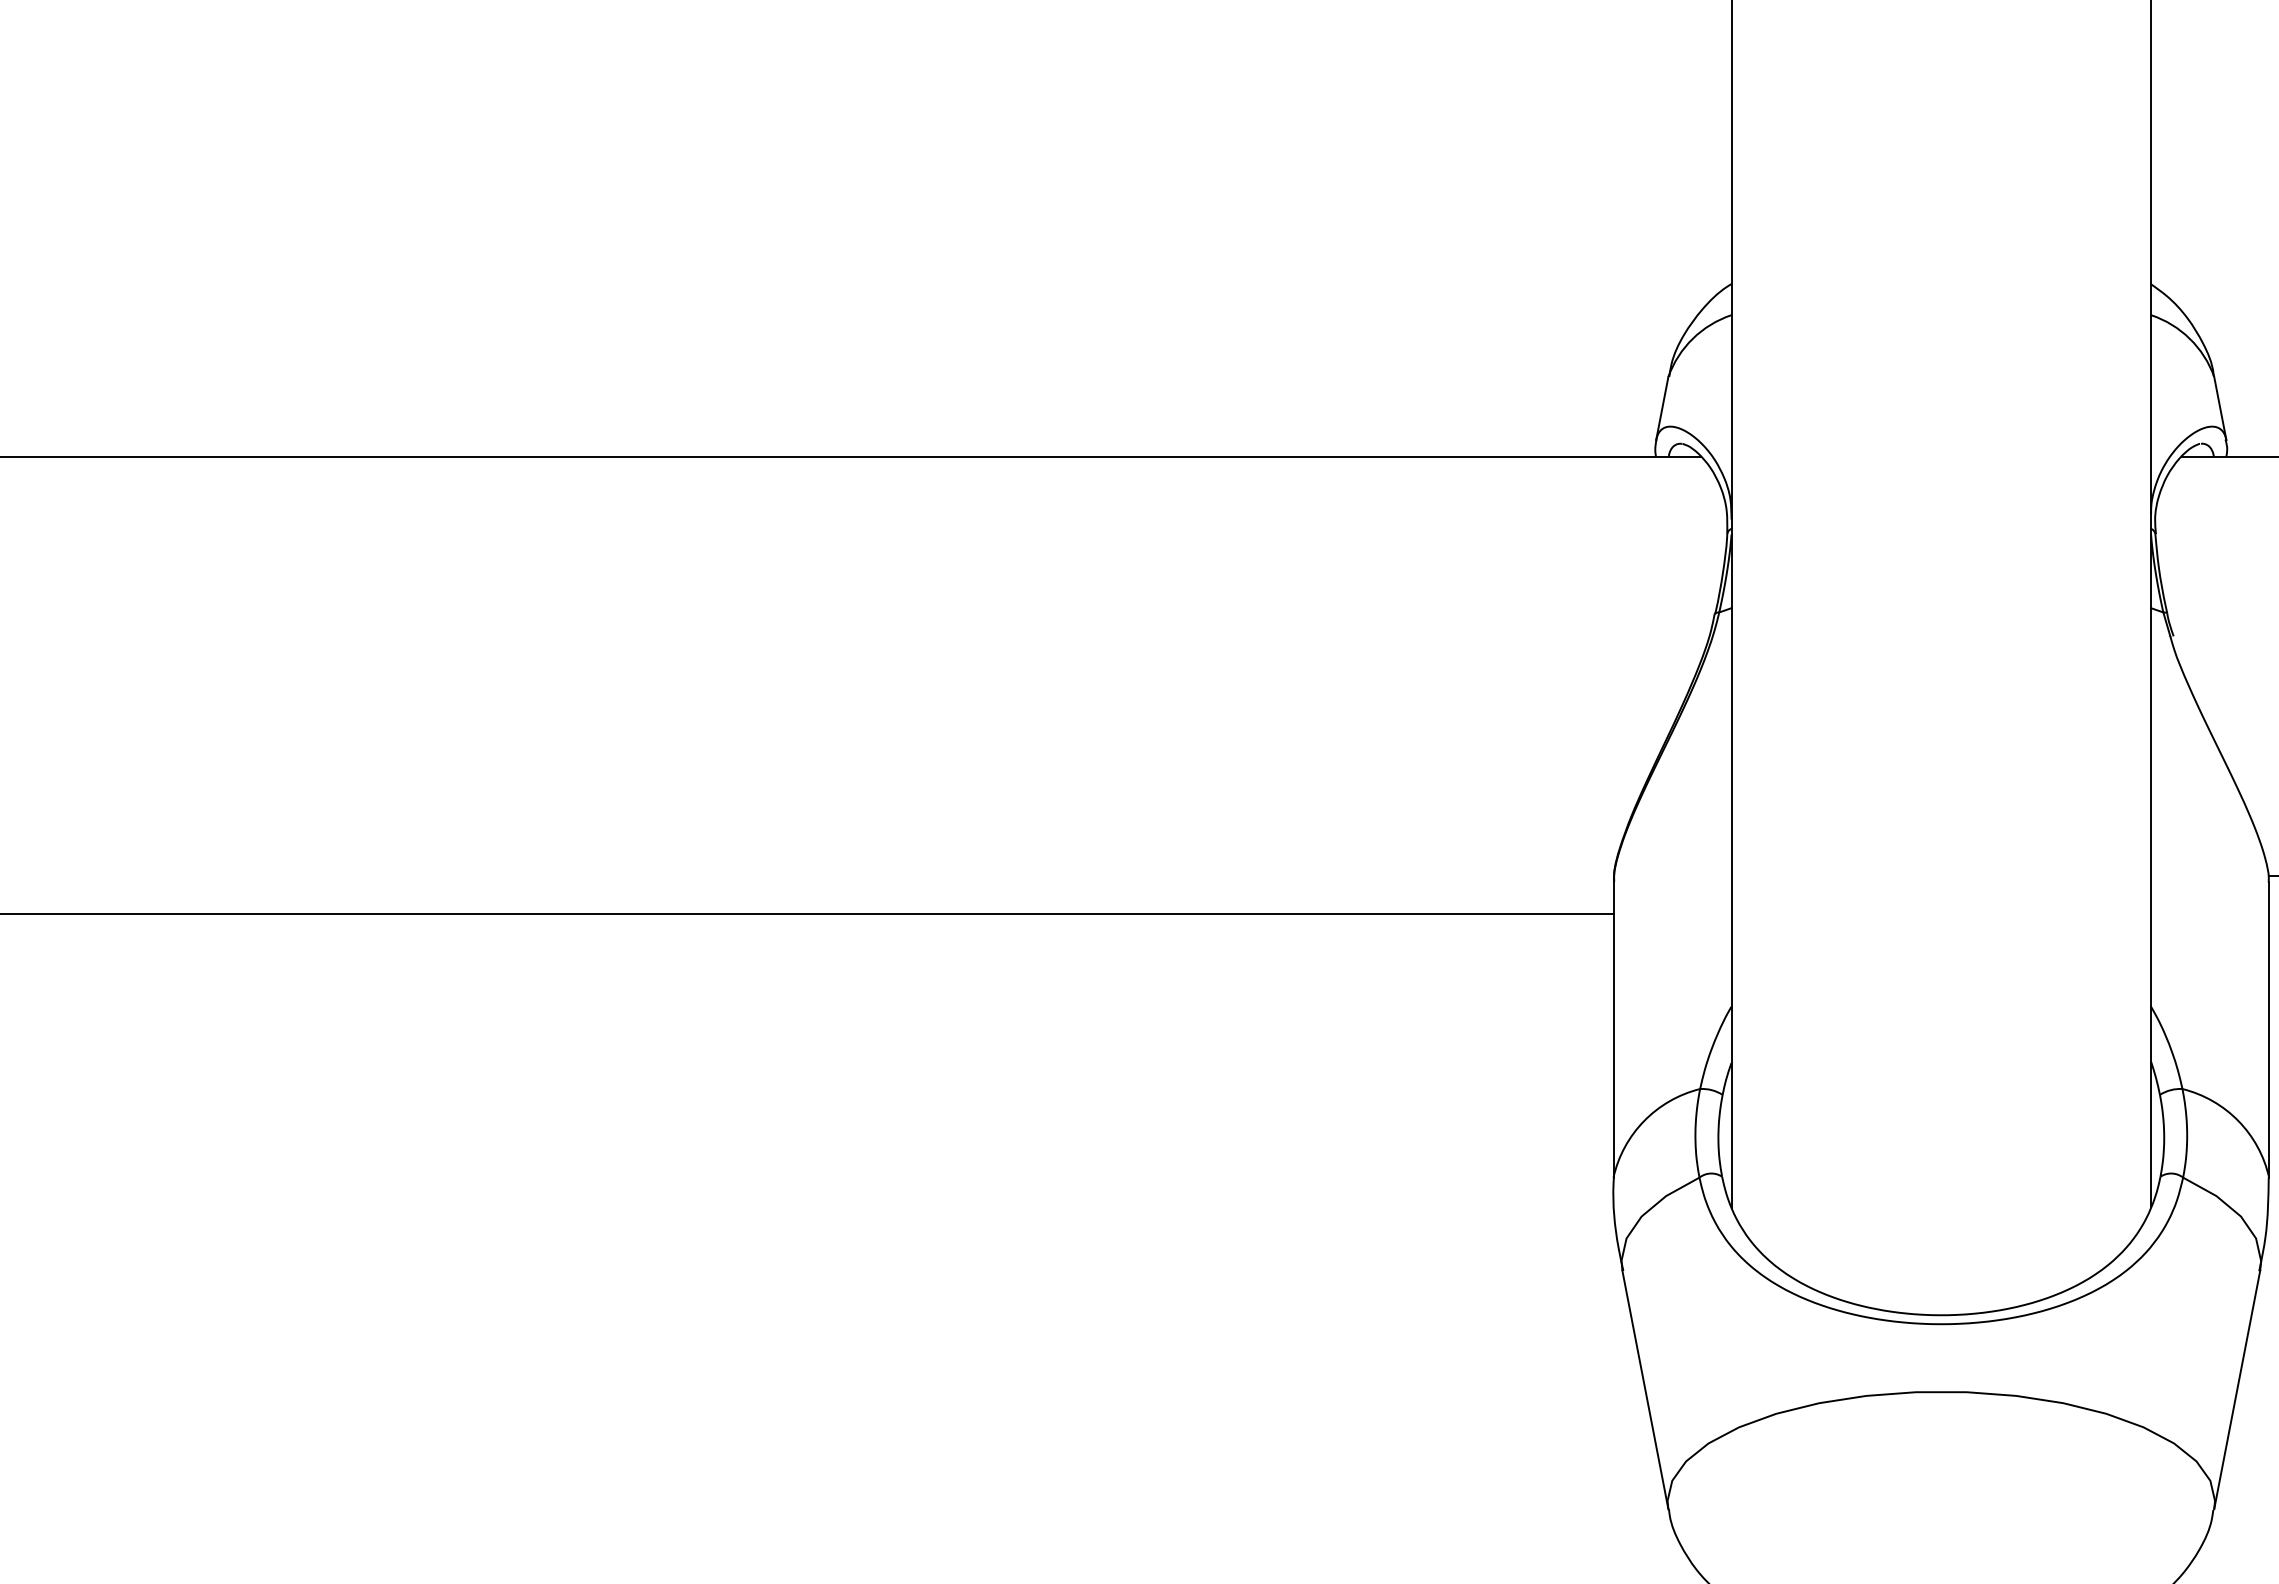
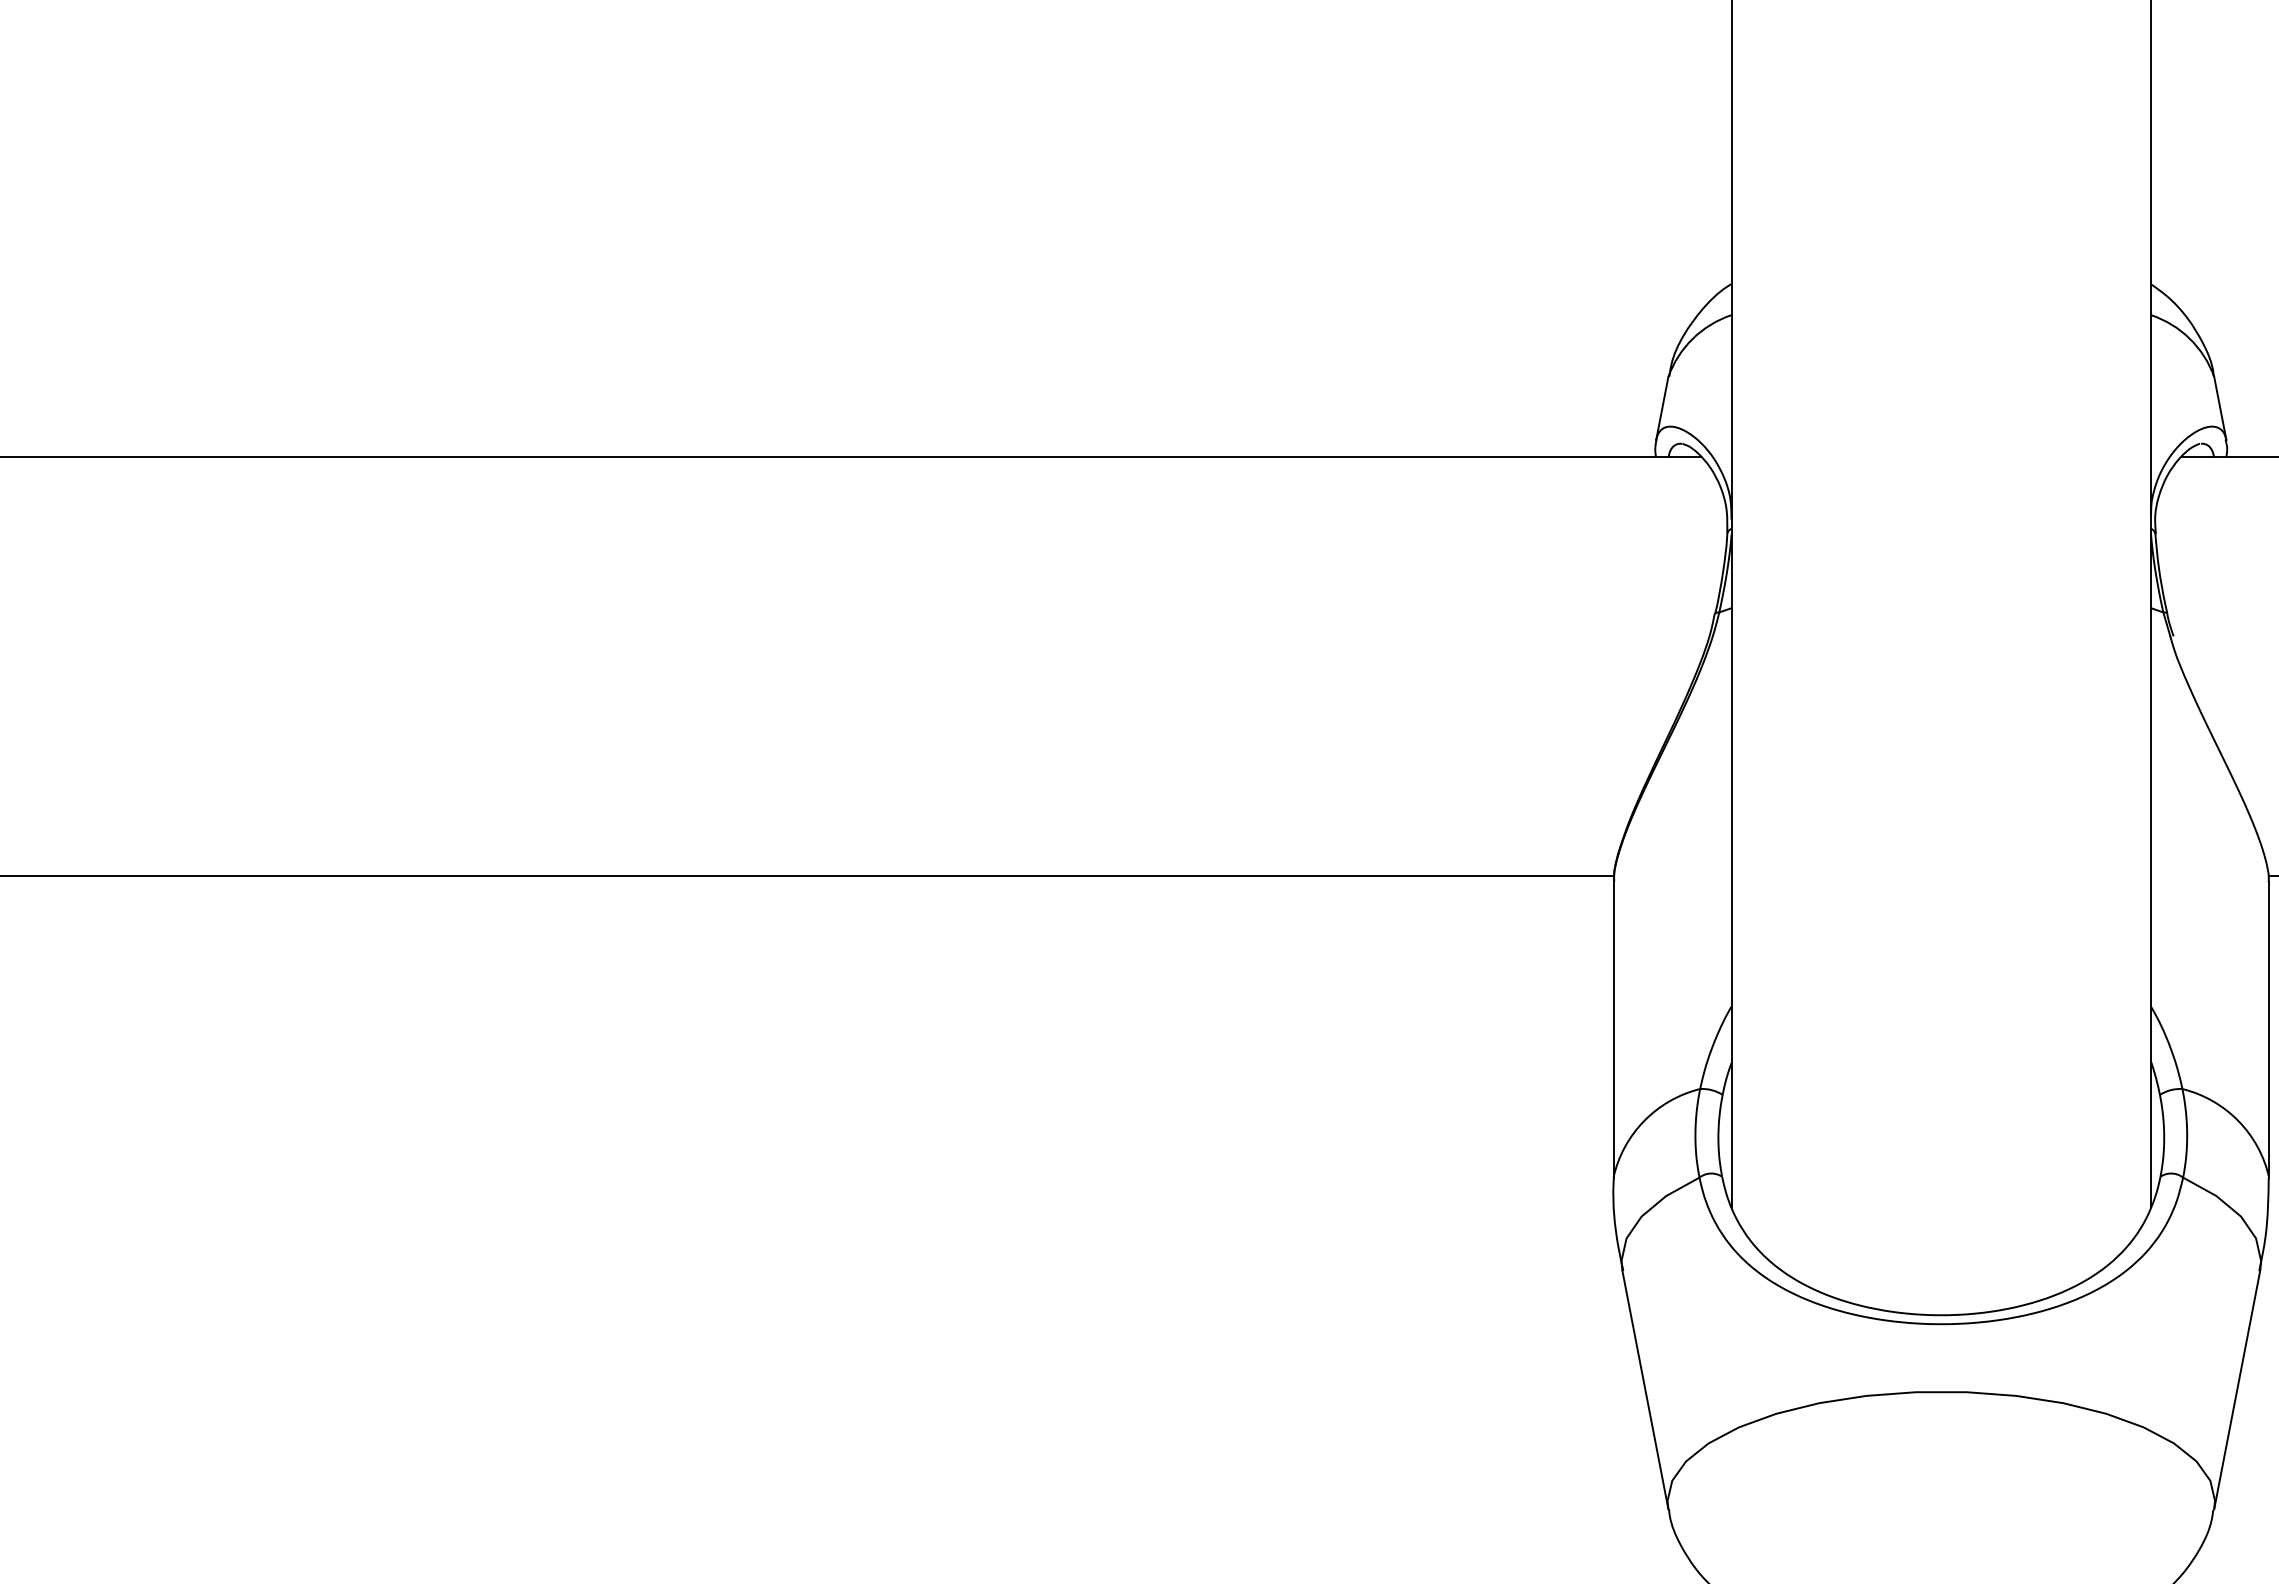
line at (808, 914) position: (808, 914) -> (808, 876)
